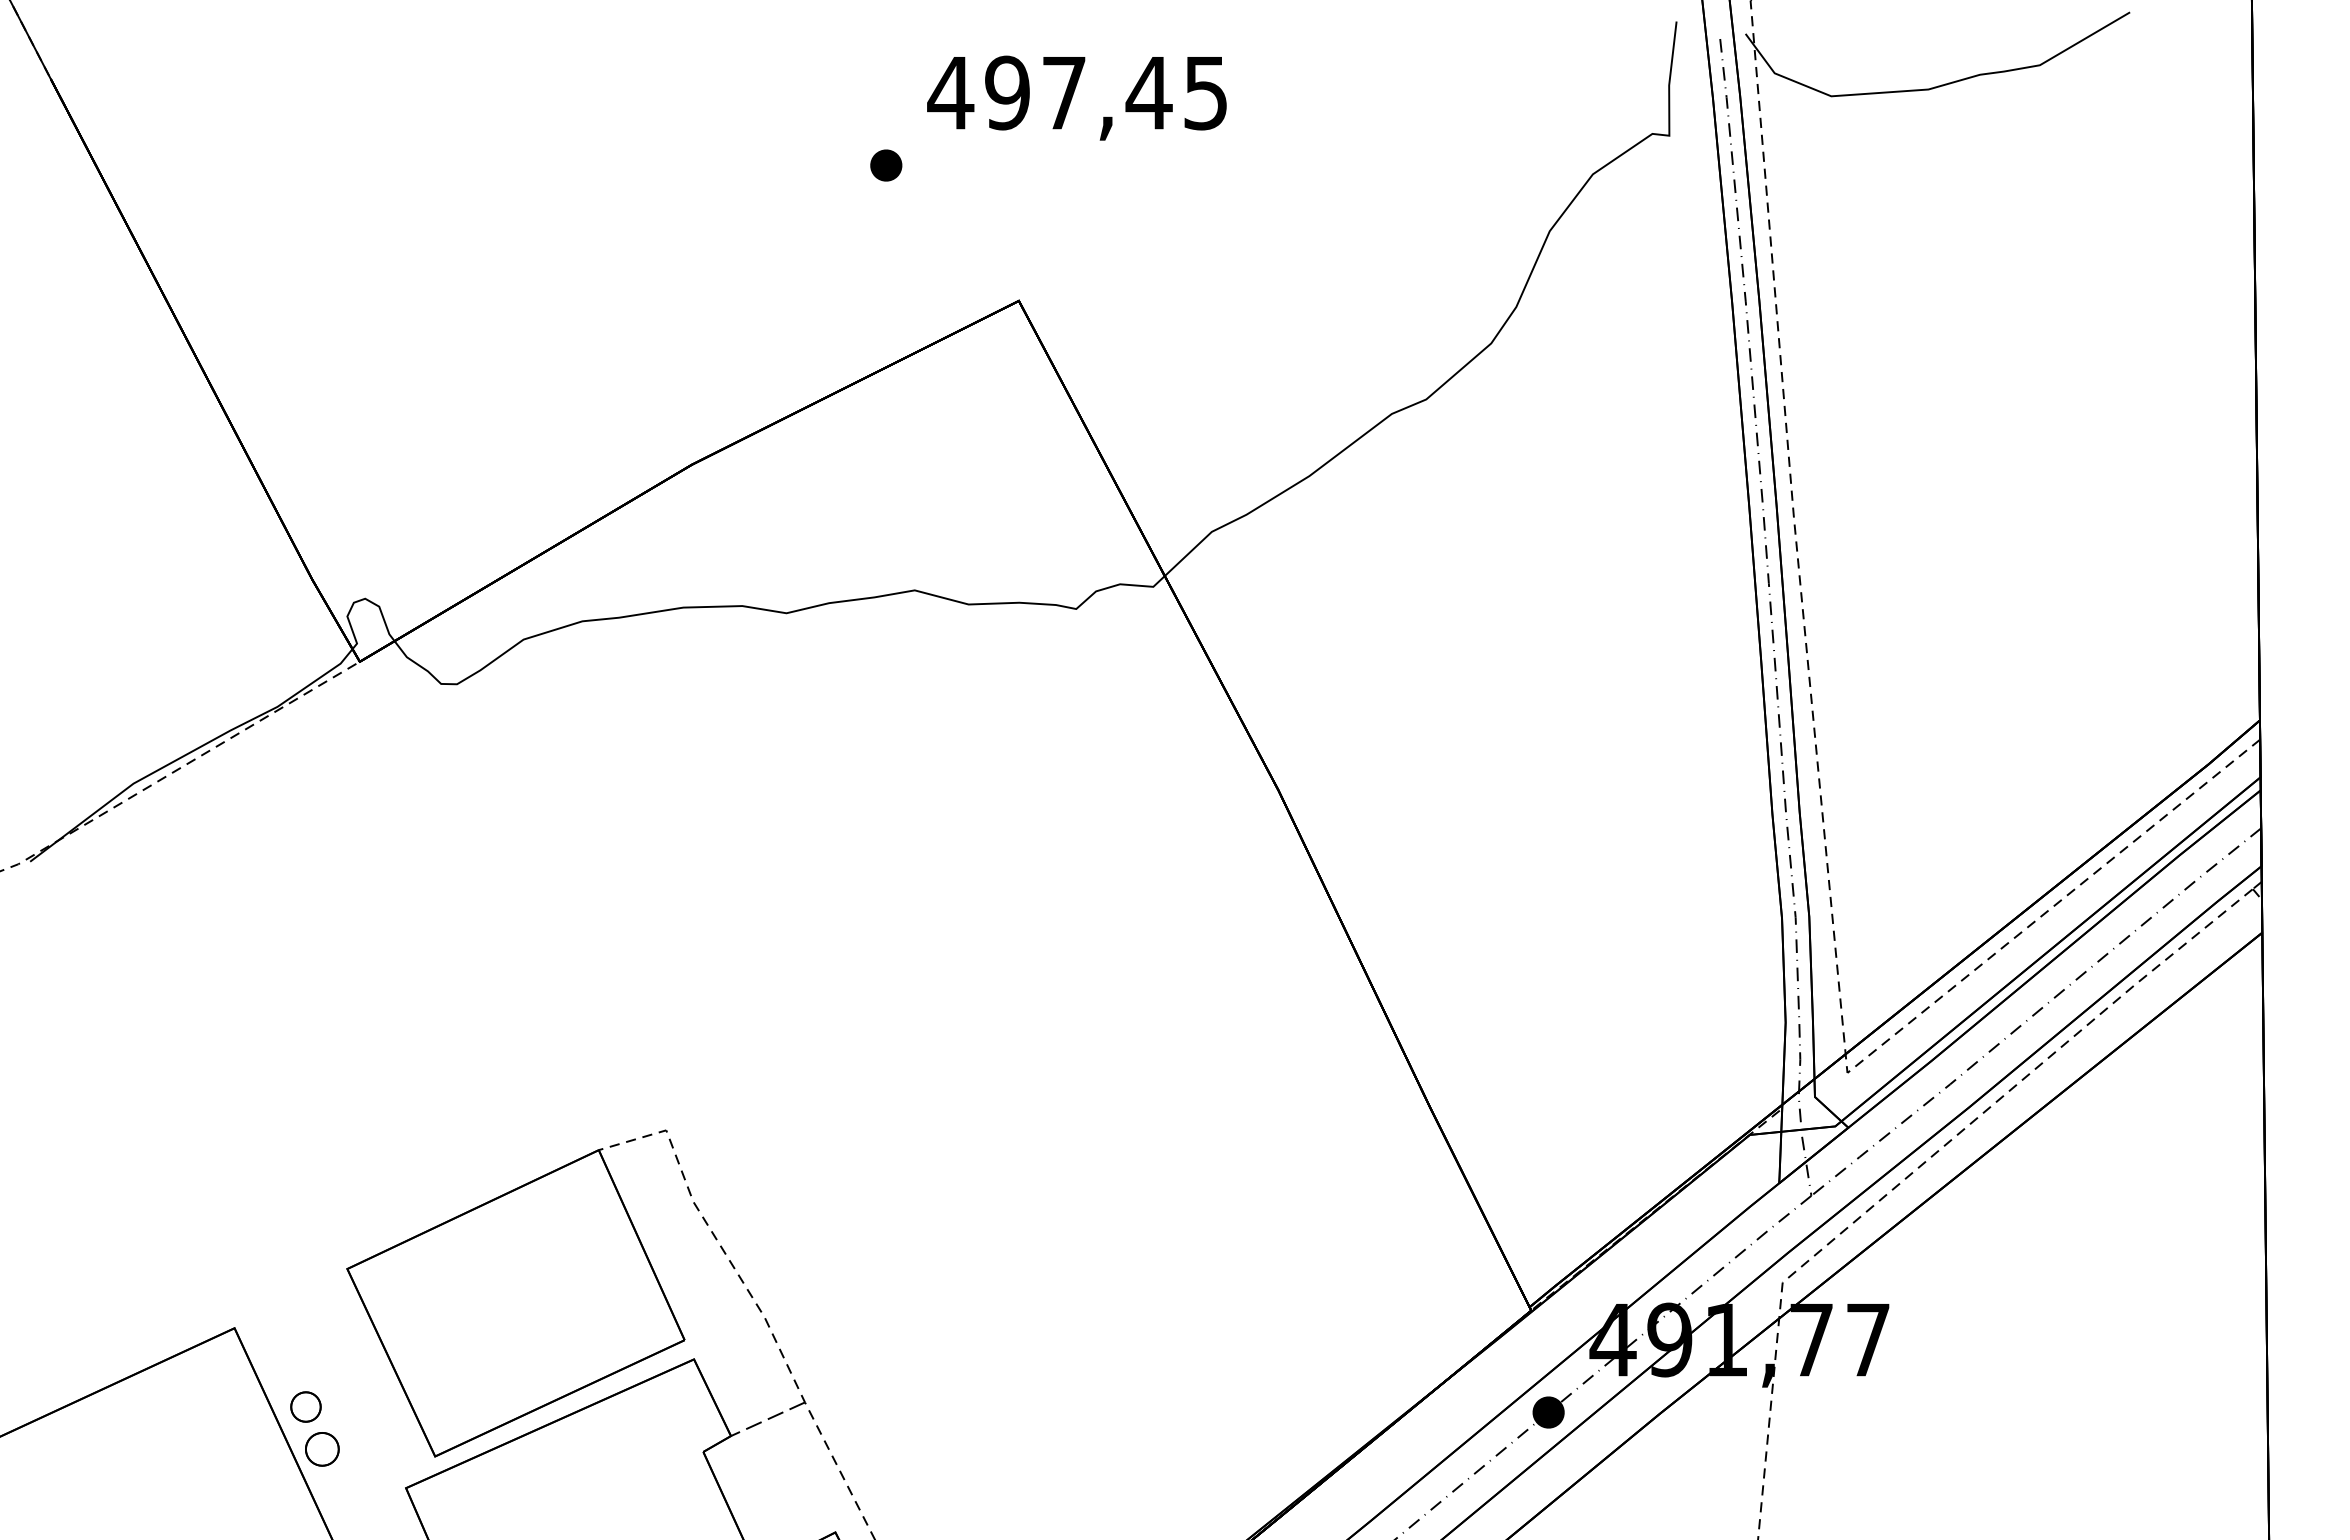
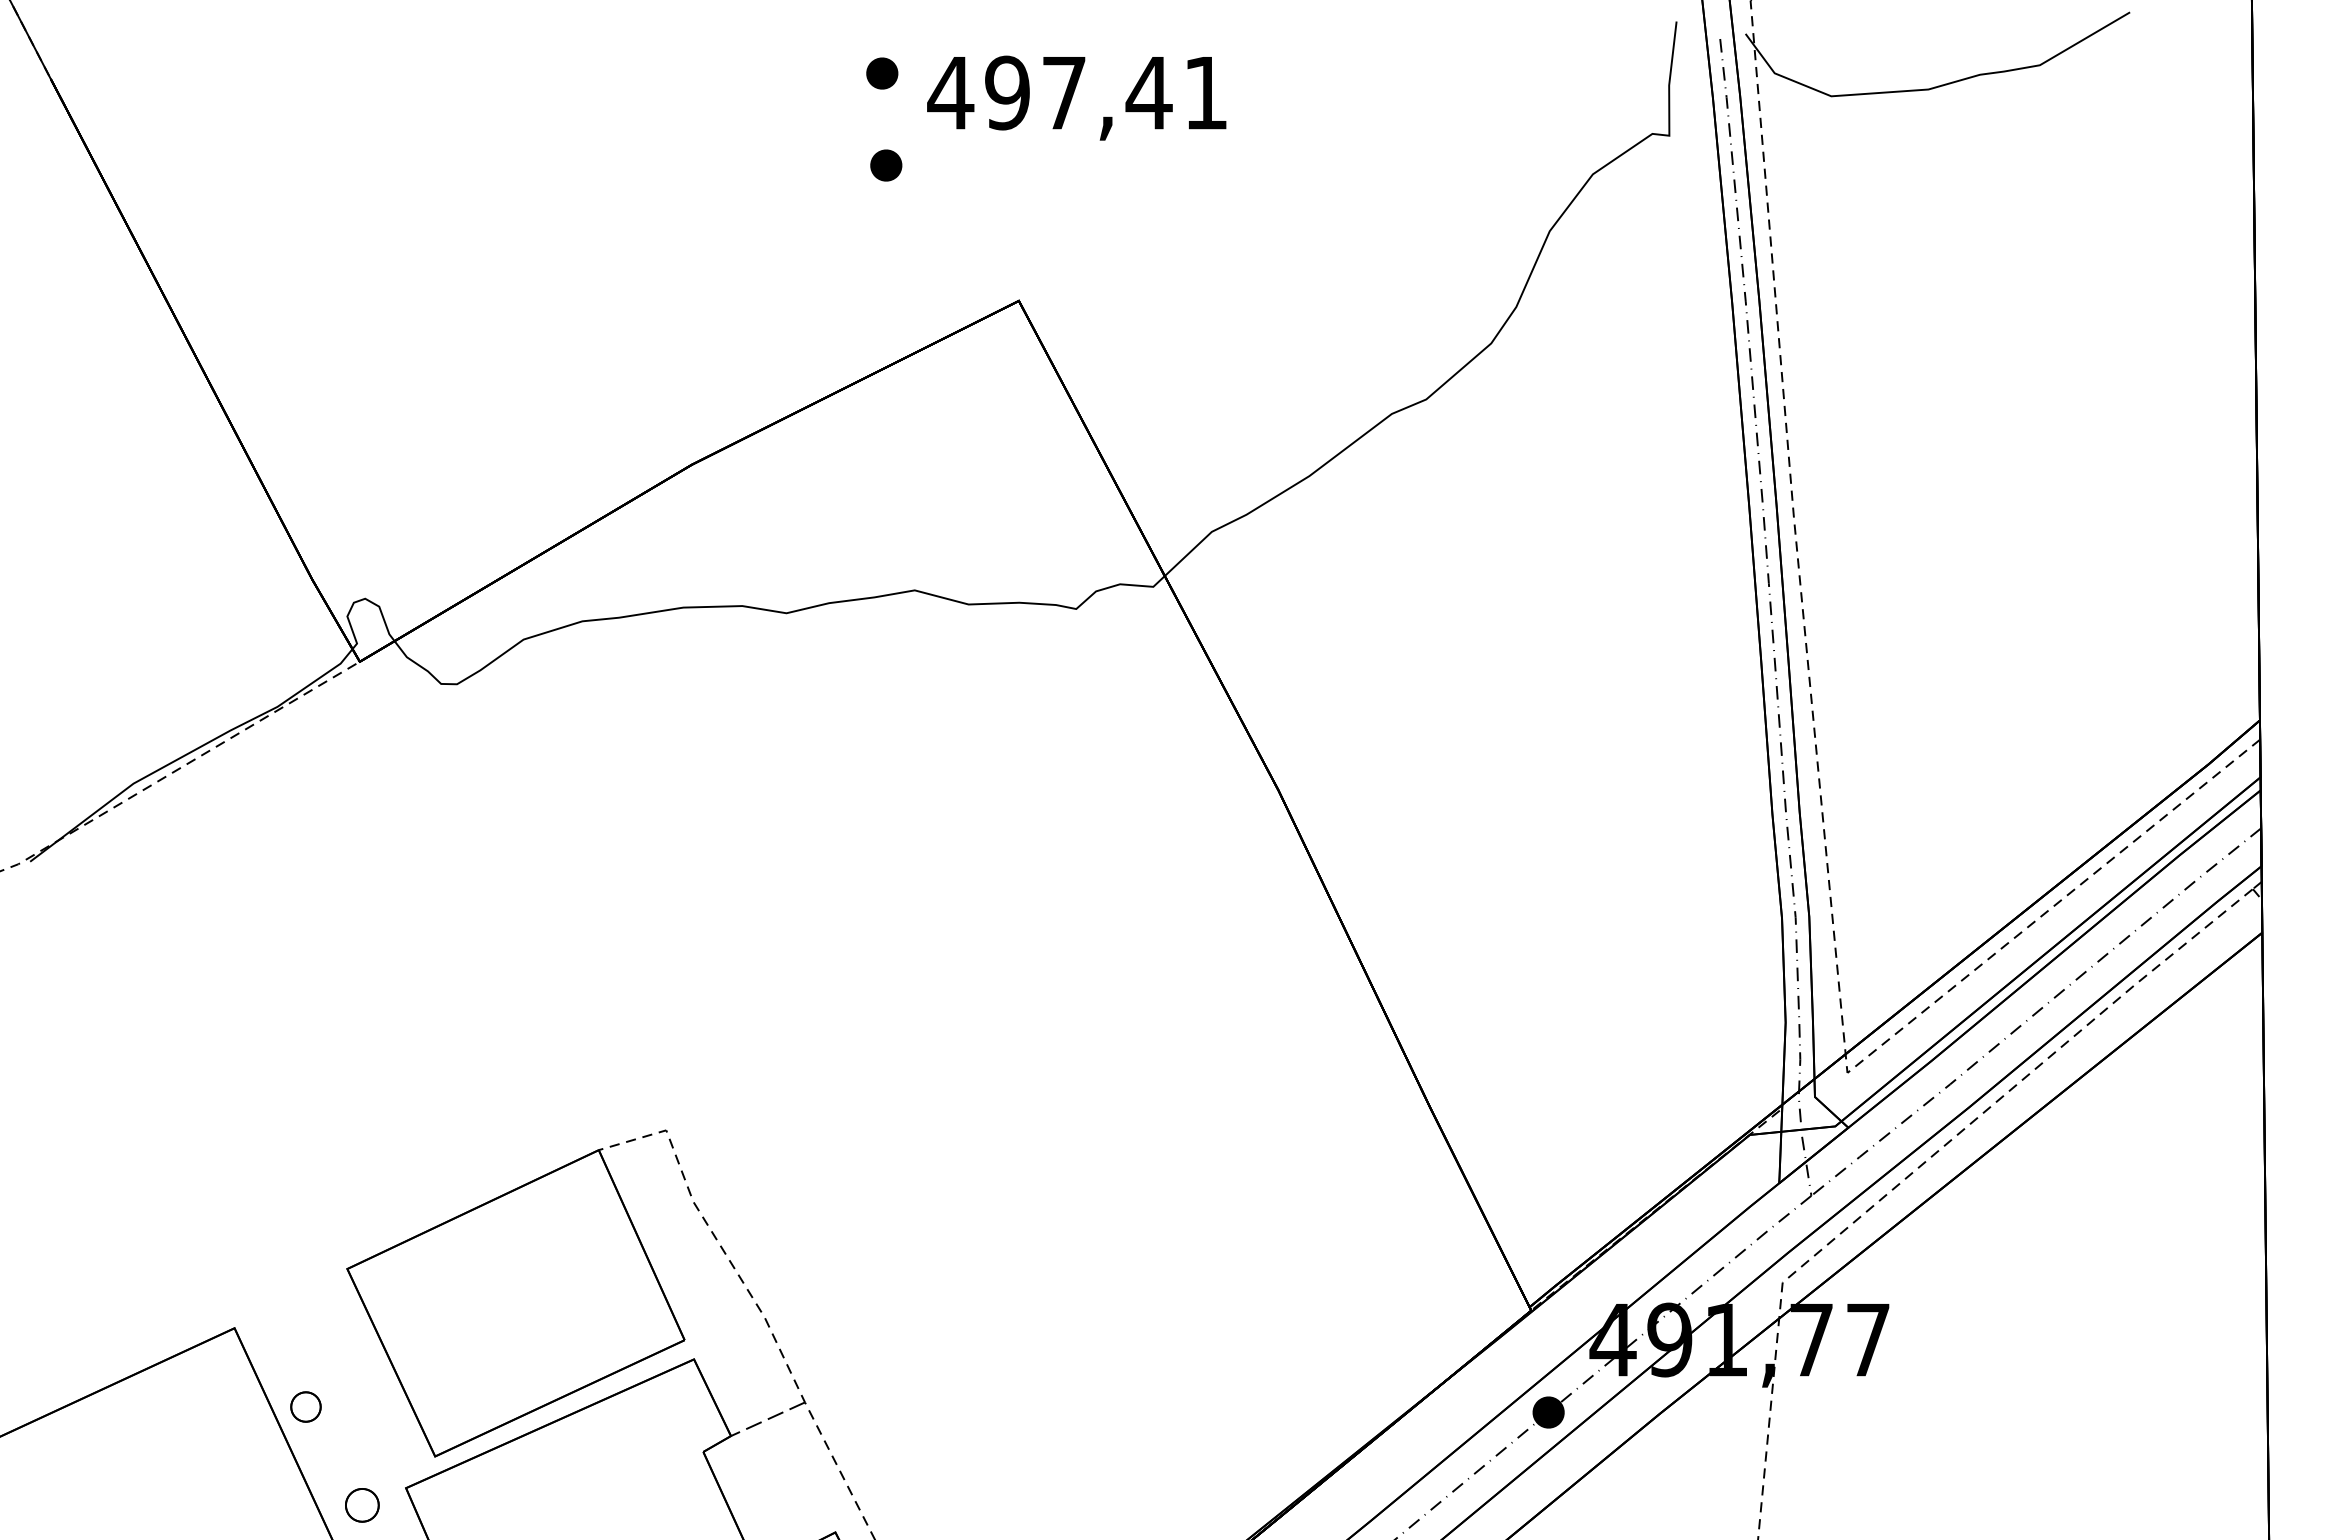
part at (882, 73): none -> present
text at (1205, 93): 497,45 -> 497,41
part at (322, 1449) position: (322, 1449) -> (362, 1505)
